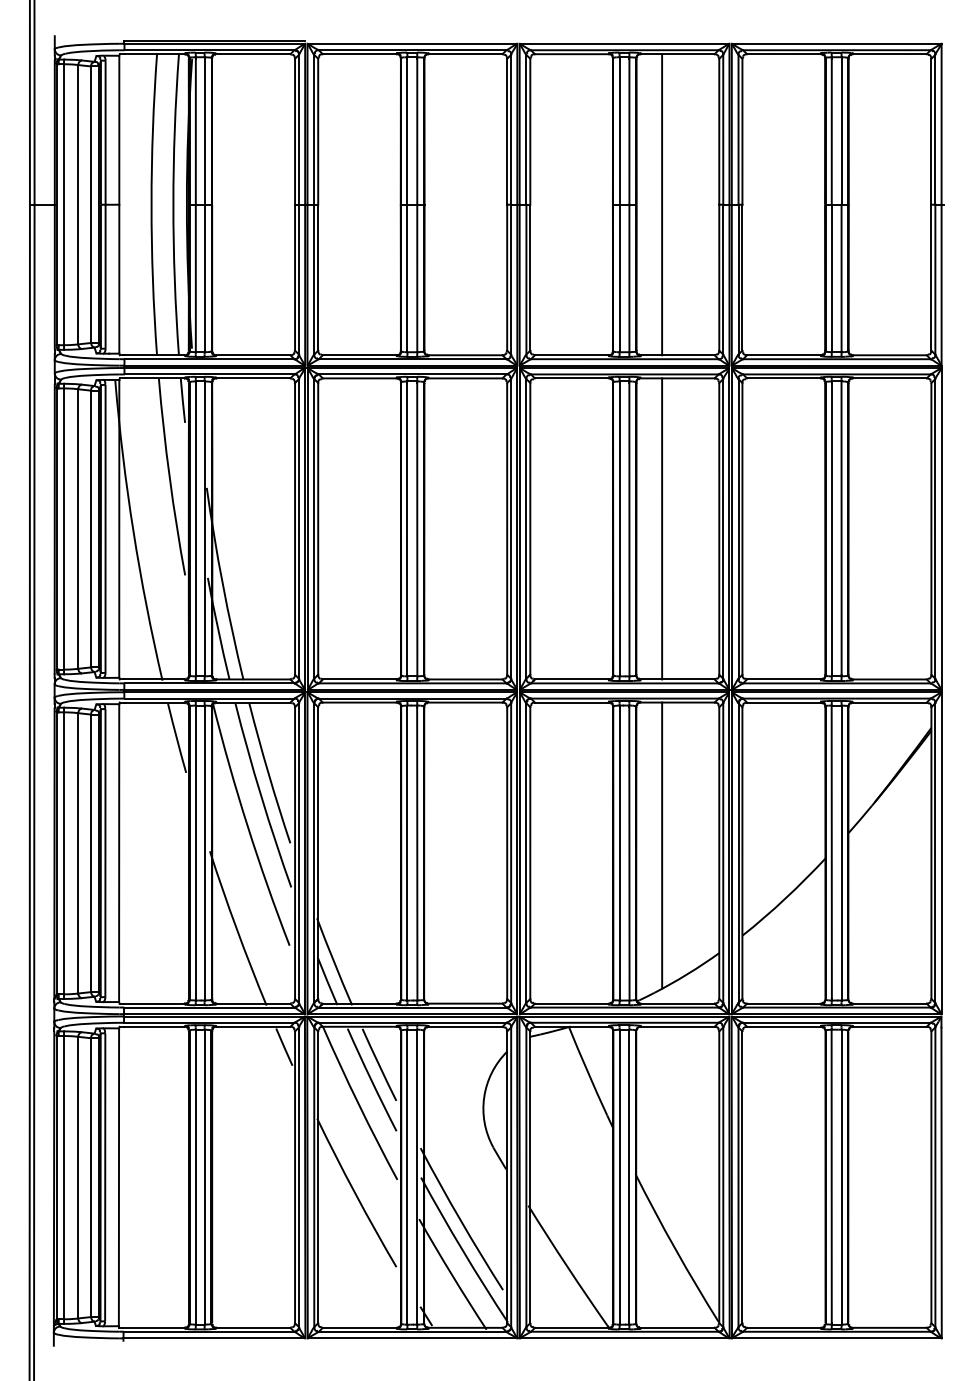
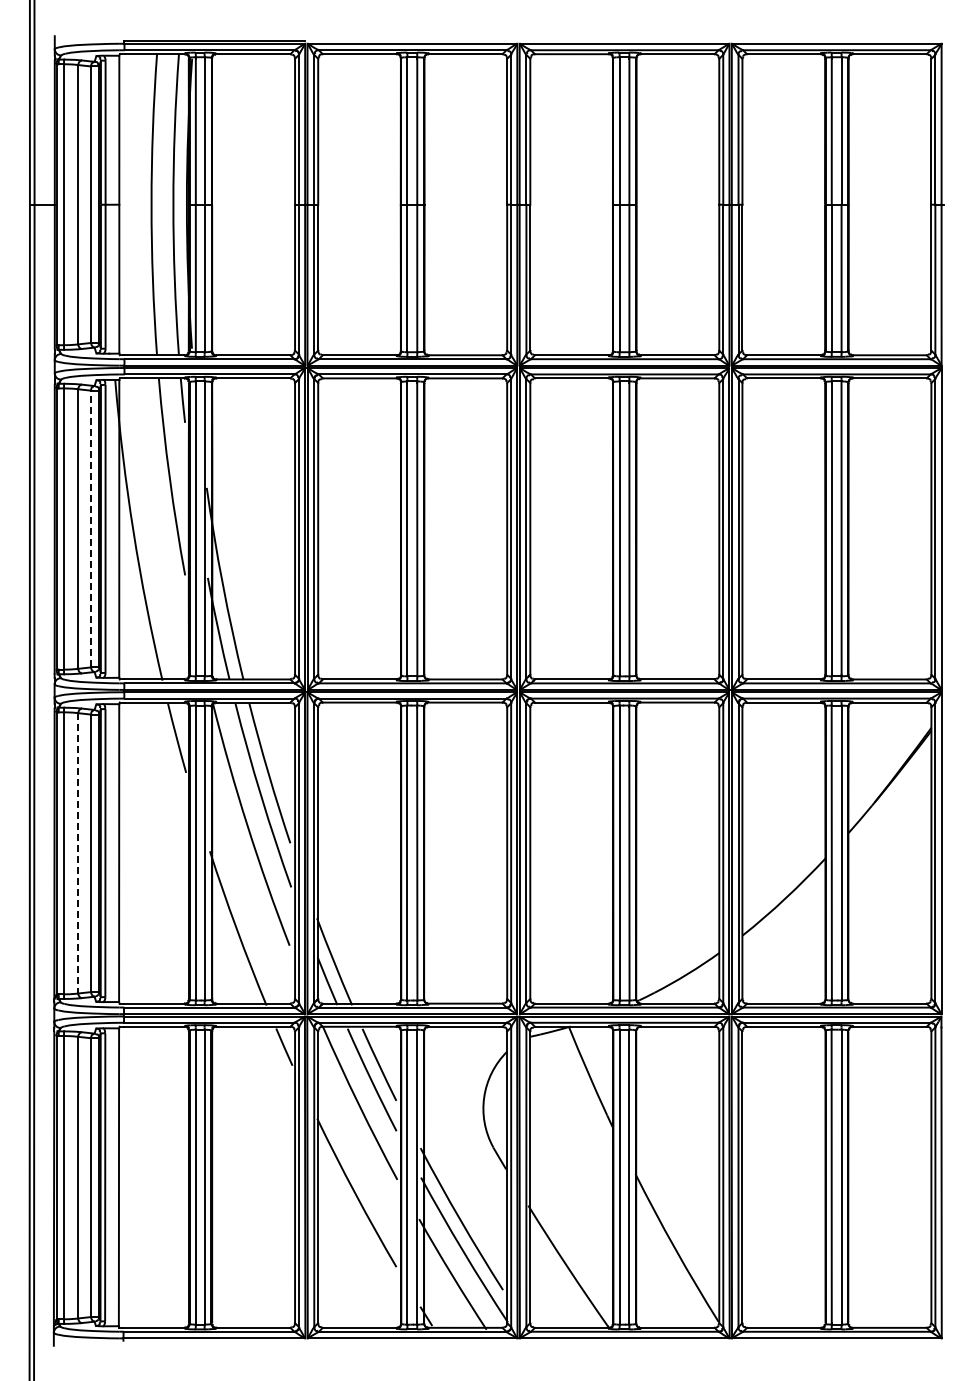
line at (662, 204): present -> none
line at (91, 528): solid -> dashed
line at (662, 528): present -> none
line at (662, 845): present -> none
line at (78, 853): solid -> dashed
